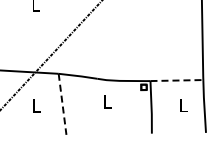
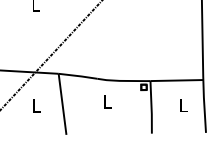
line at (177, 80): dashed -> solid
line at (62, 104): dashed -> solid
